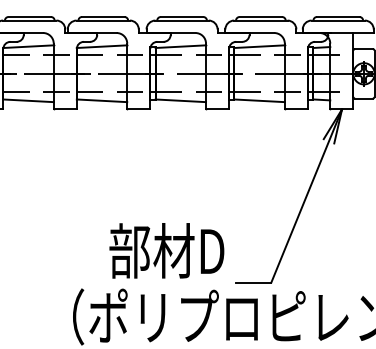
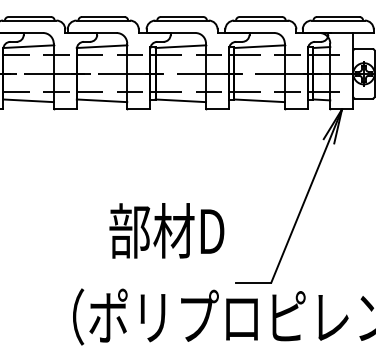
text at (166, 250) position: (166, 250) -> (166, 230)
